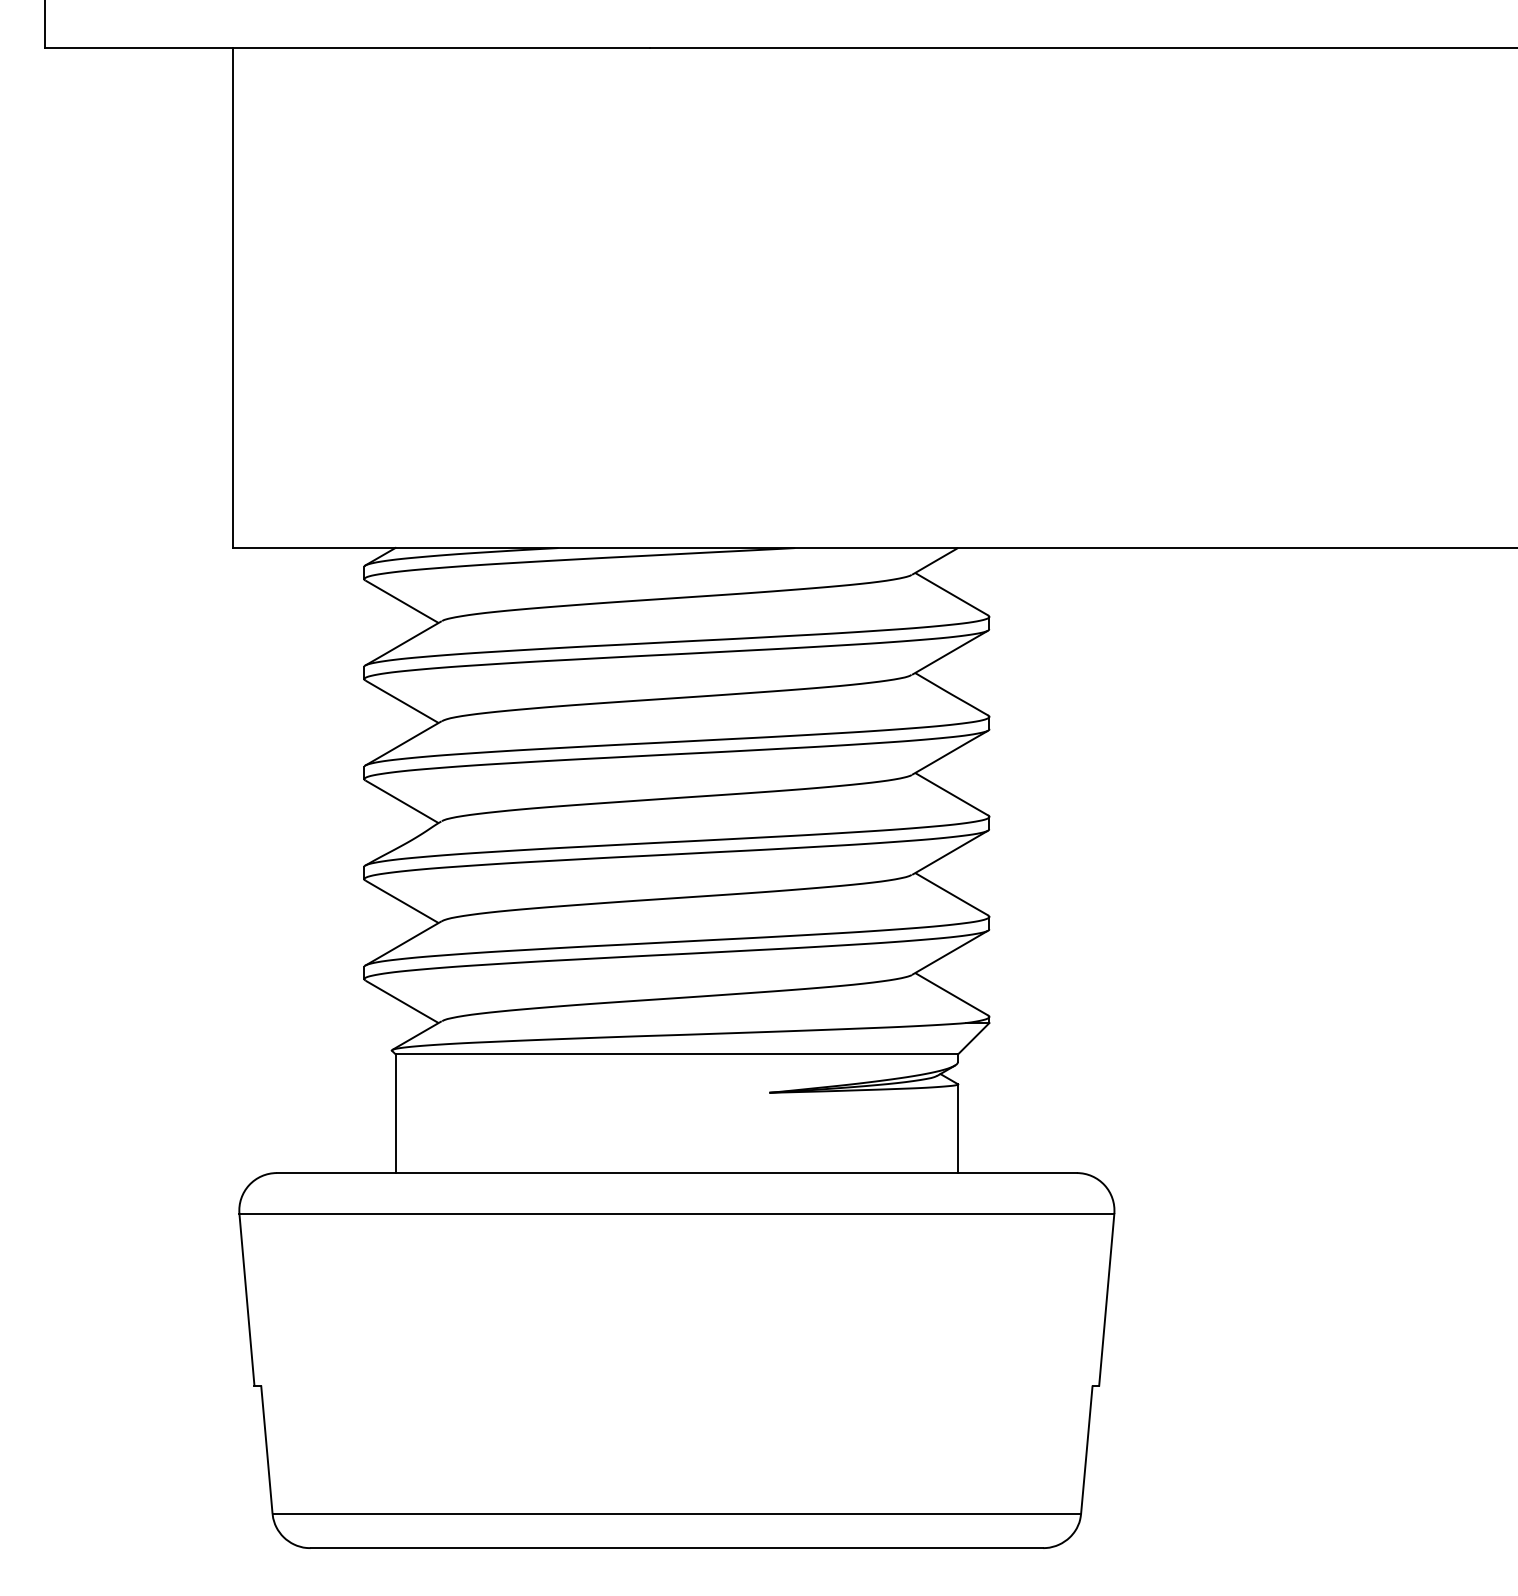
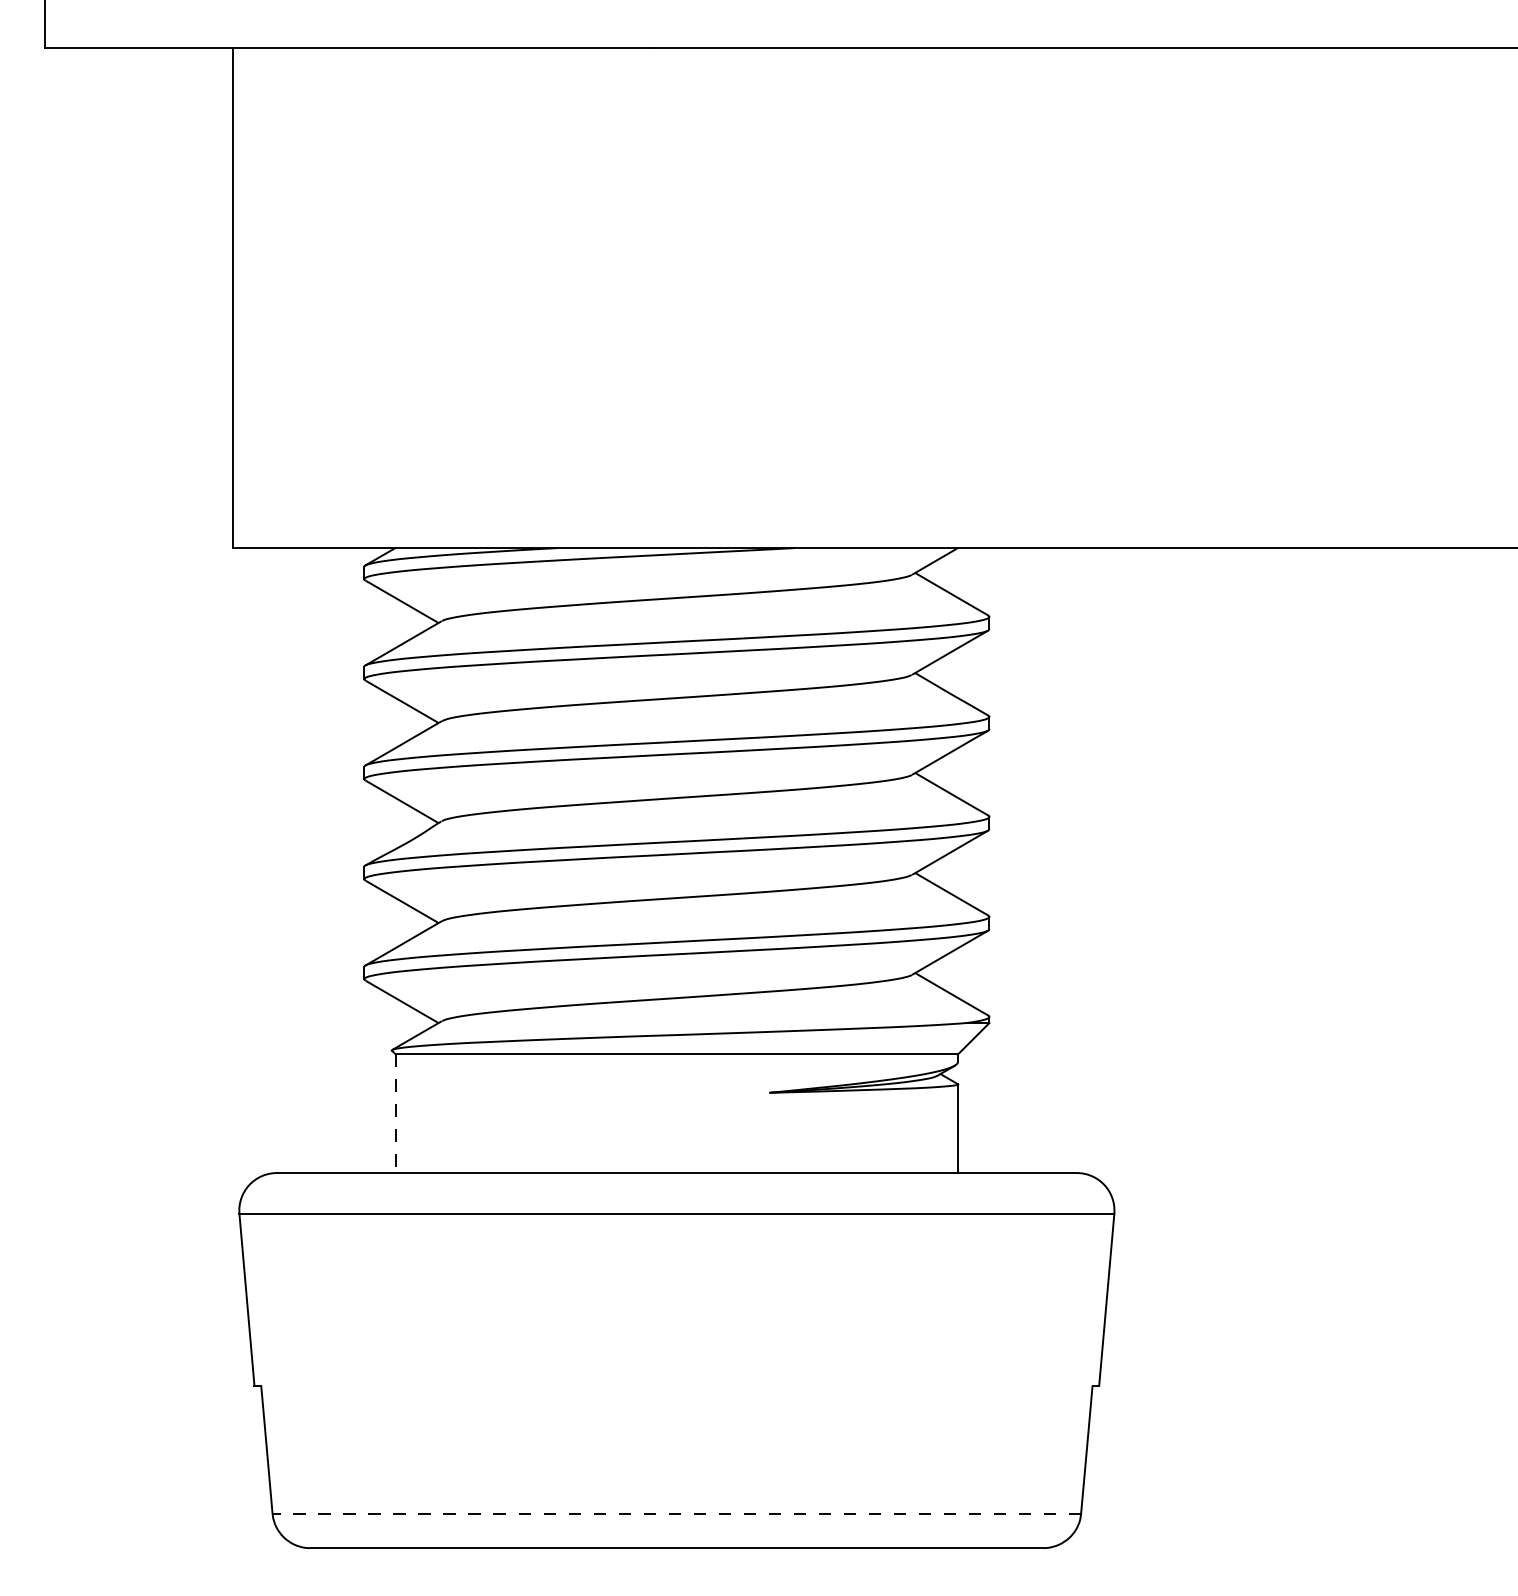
line at (395, 1114): solid -> dashed
line at (676, 1513): solid -> dashed
